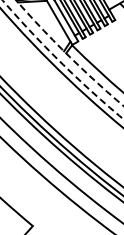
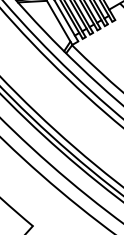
circle at (69, 53): dashed -> solid
circle at (62, 59): dashed -> solid
